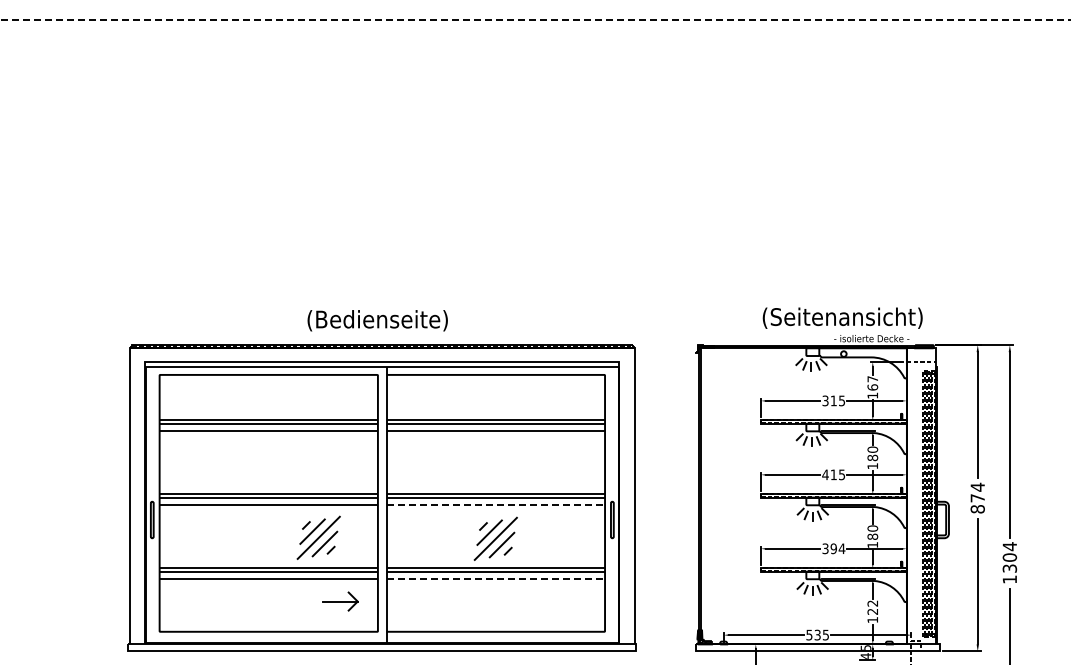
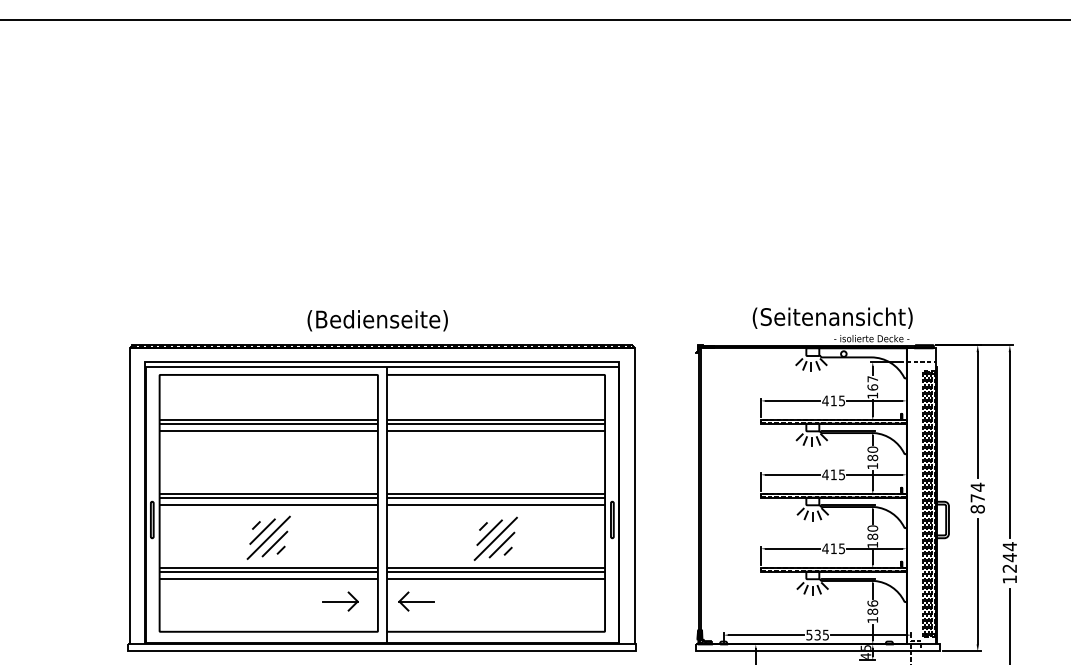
line at (535, 19): dashed -> solid
text at (842, 317) position: (842, 317) -> (832, 317)
text at (825, 400): 315 -> 415
line at (496, 505): dashed -> solid
part at (318, 537) position: (318, 537) -> (268, 537)
text at (833, 548): 394 -> 415
text at (1009, 562): 1304 -> 1244
line at (496, 579): dashed -> solid
part at (416, 601): none -> present
text at (872, 607): 122 -> 186
